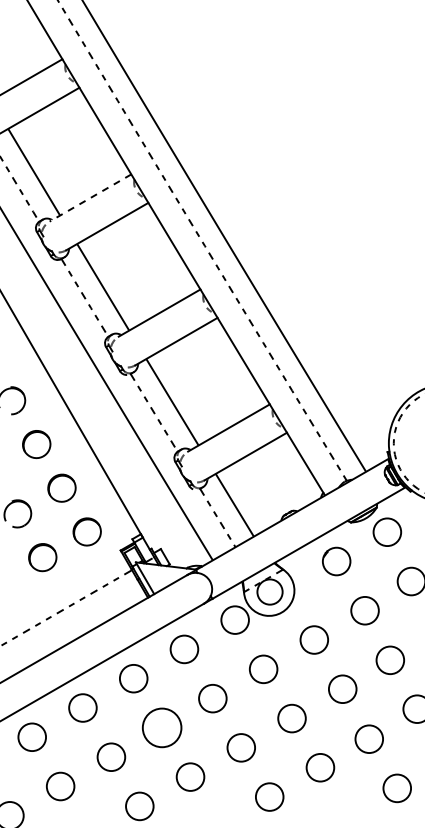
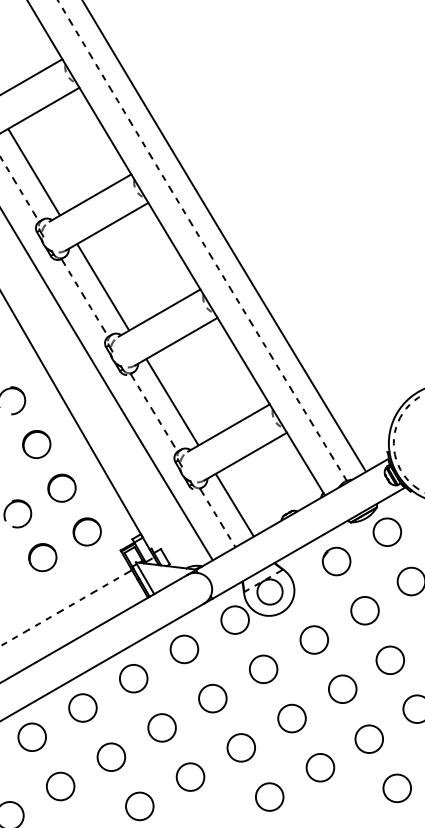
line at (90, 198): dashed -> solid
circle at (161, 727) diameter: 39 px -> 28 px
